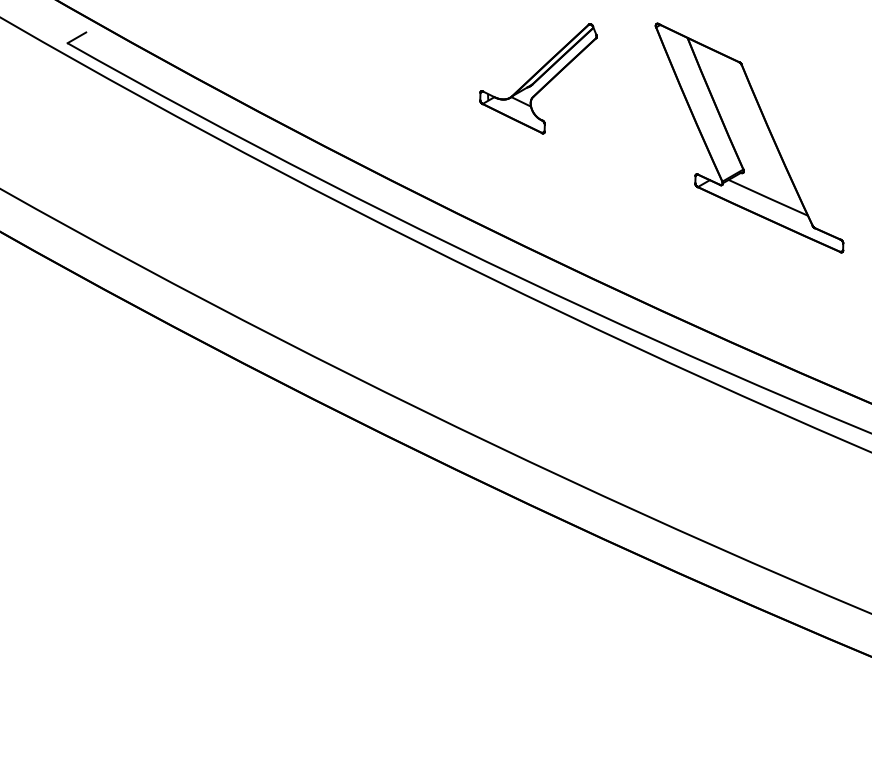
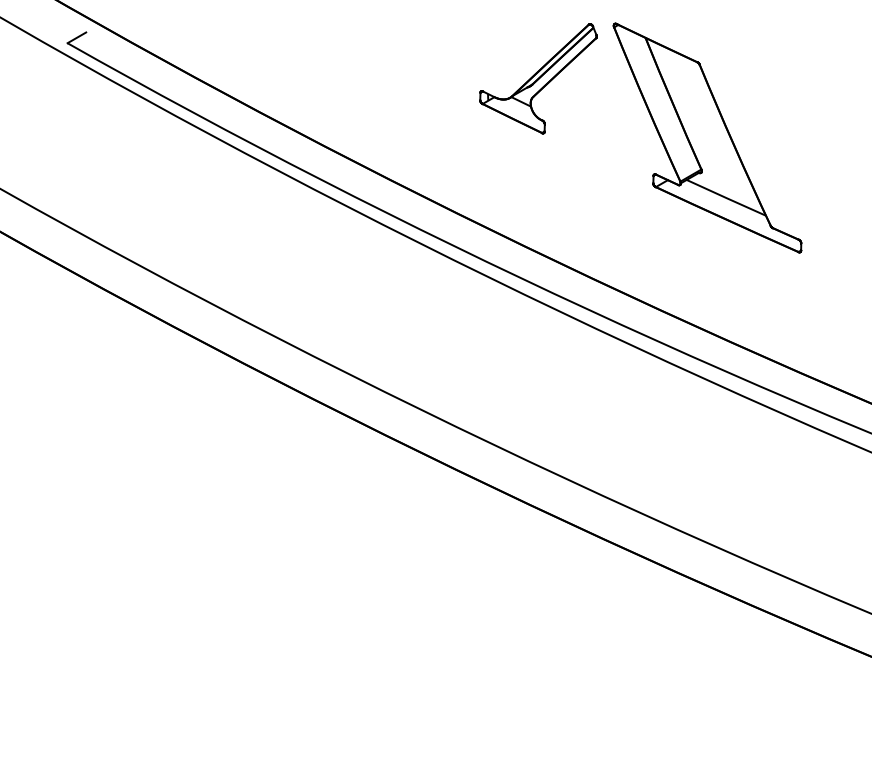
part at (749, 137) position: (749, 137) -> (707, 137)
